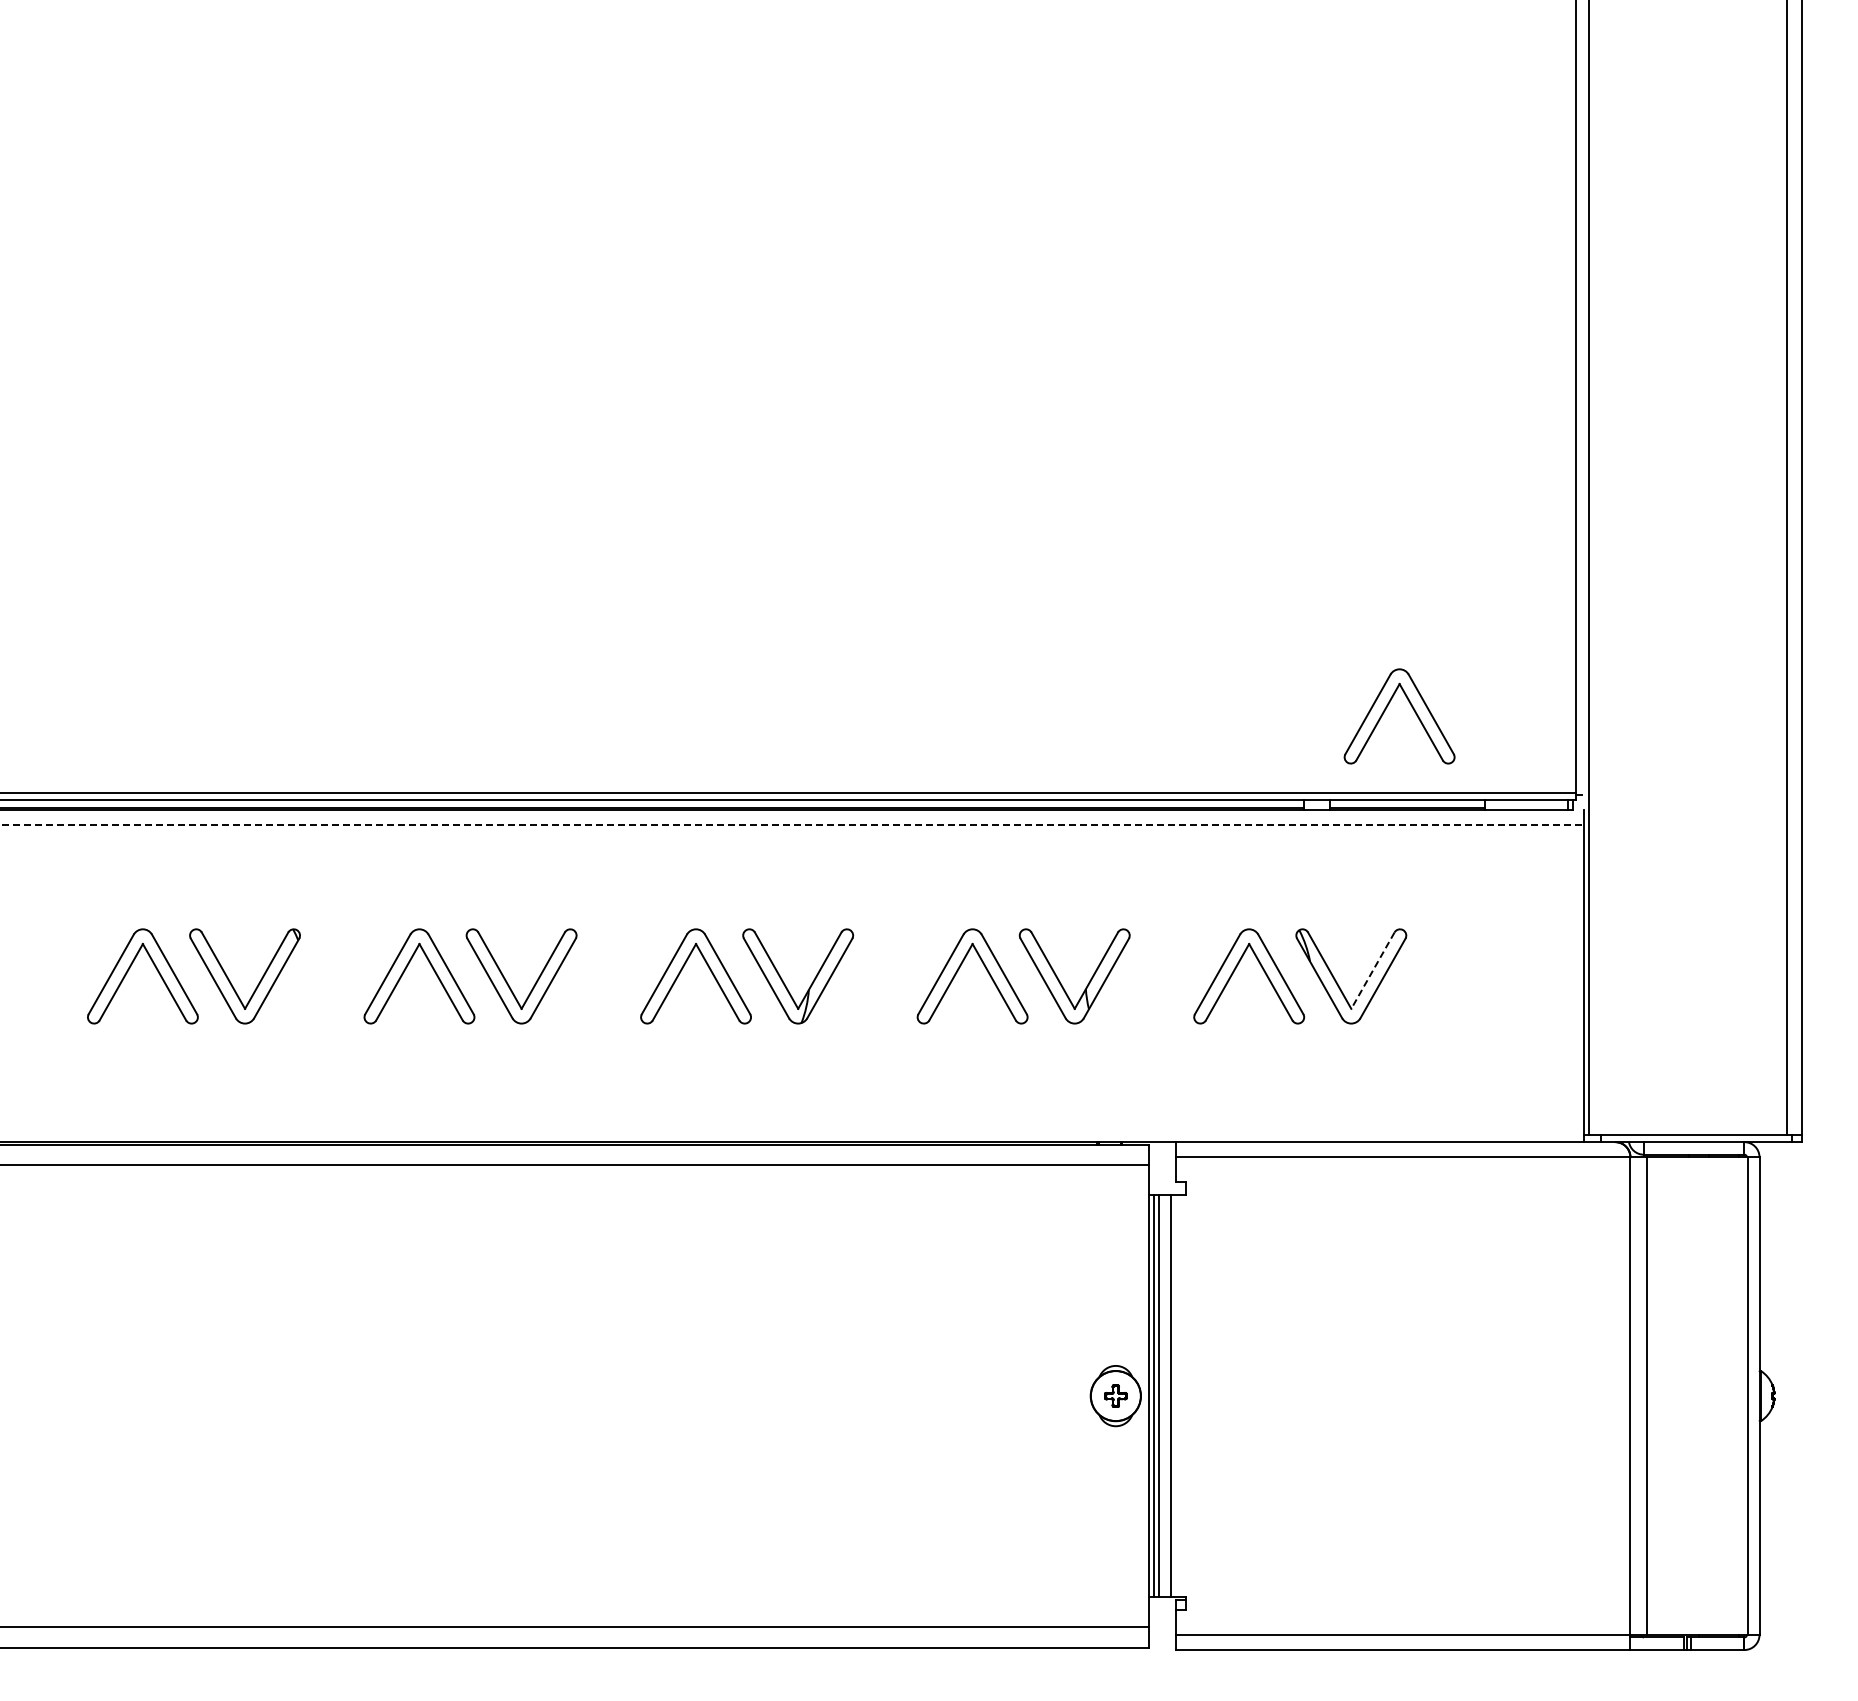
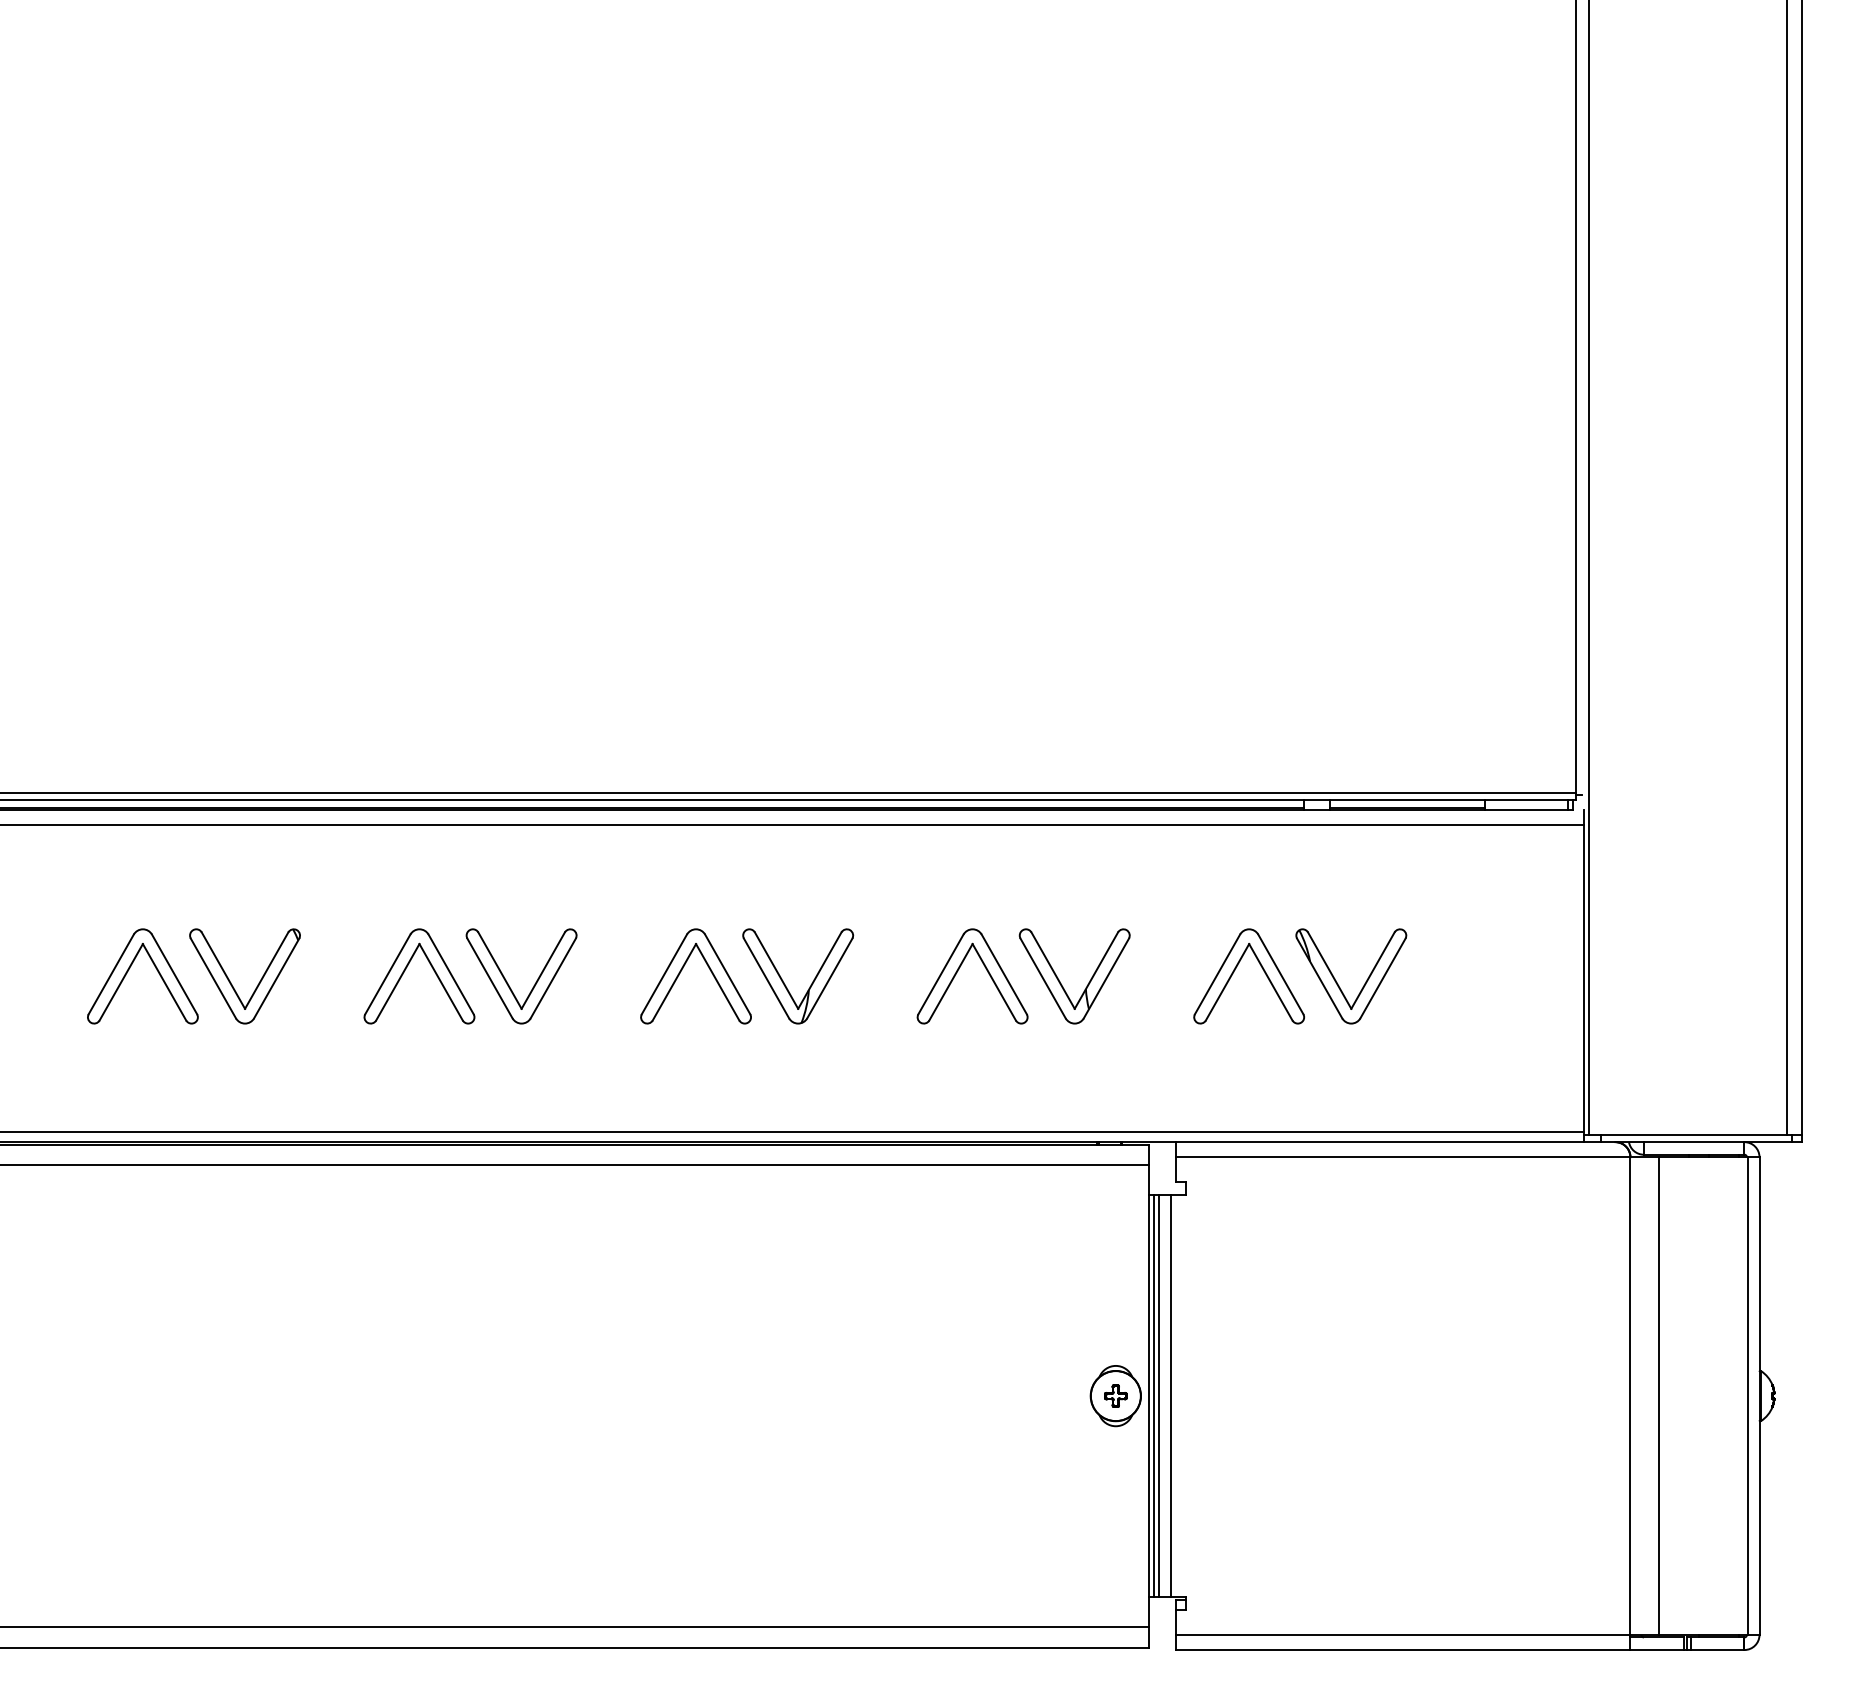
part at (1386, 709): present -> none
line at (792, 825): dashed -> solid
line at (1372, 970): dashed -> solid
line at (792, 1132): none -> present
line at (1646, 1395) position: (1646, 1395) -> (1658, 1395)
